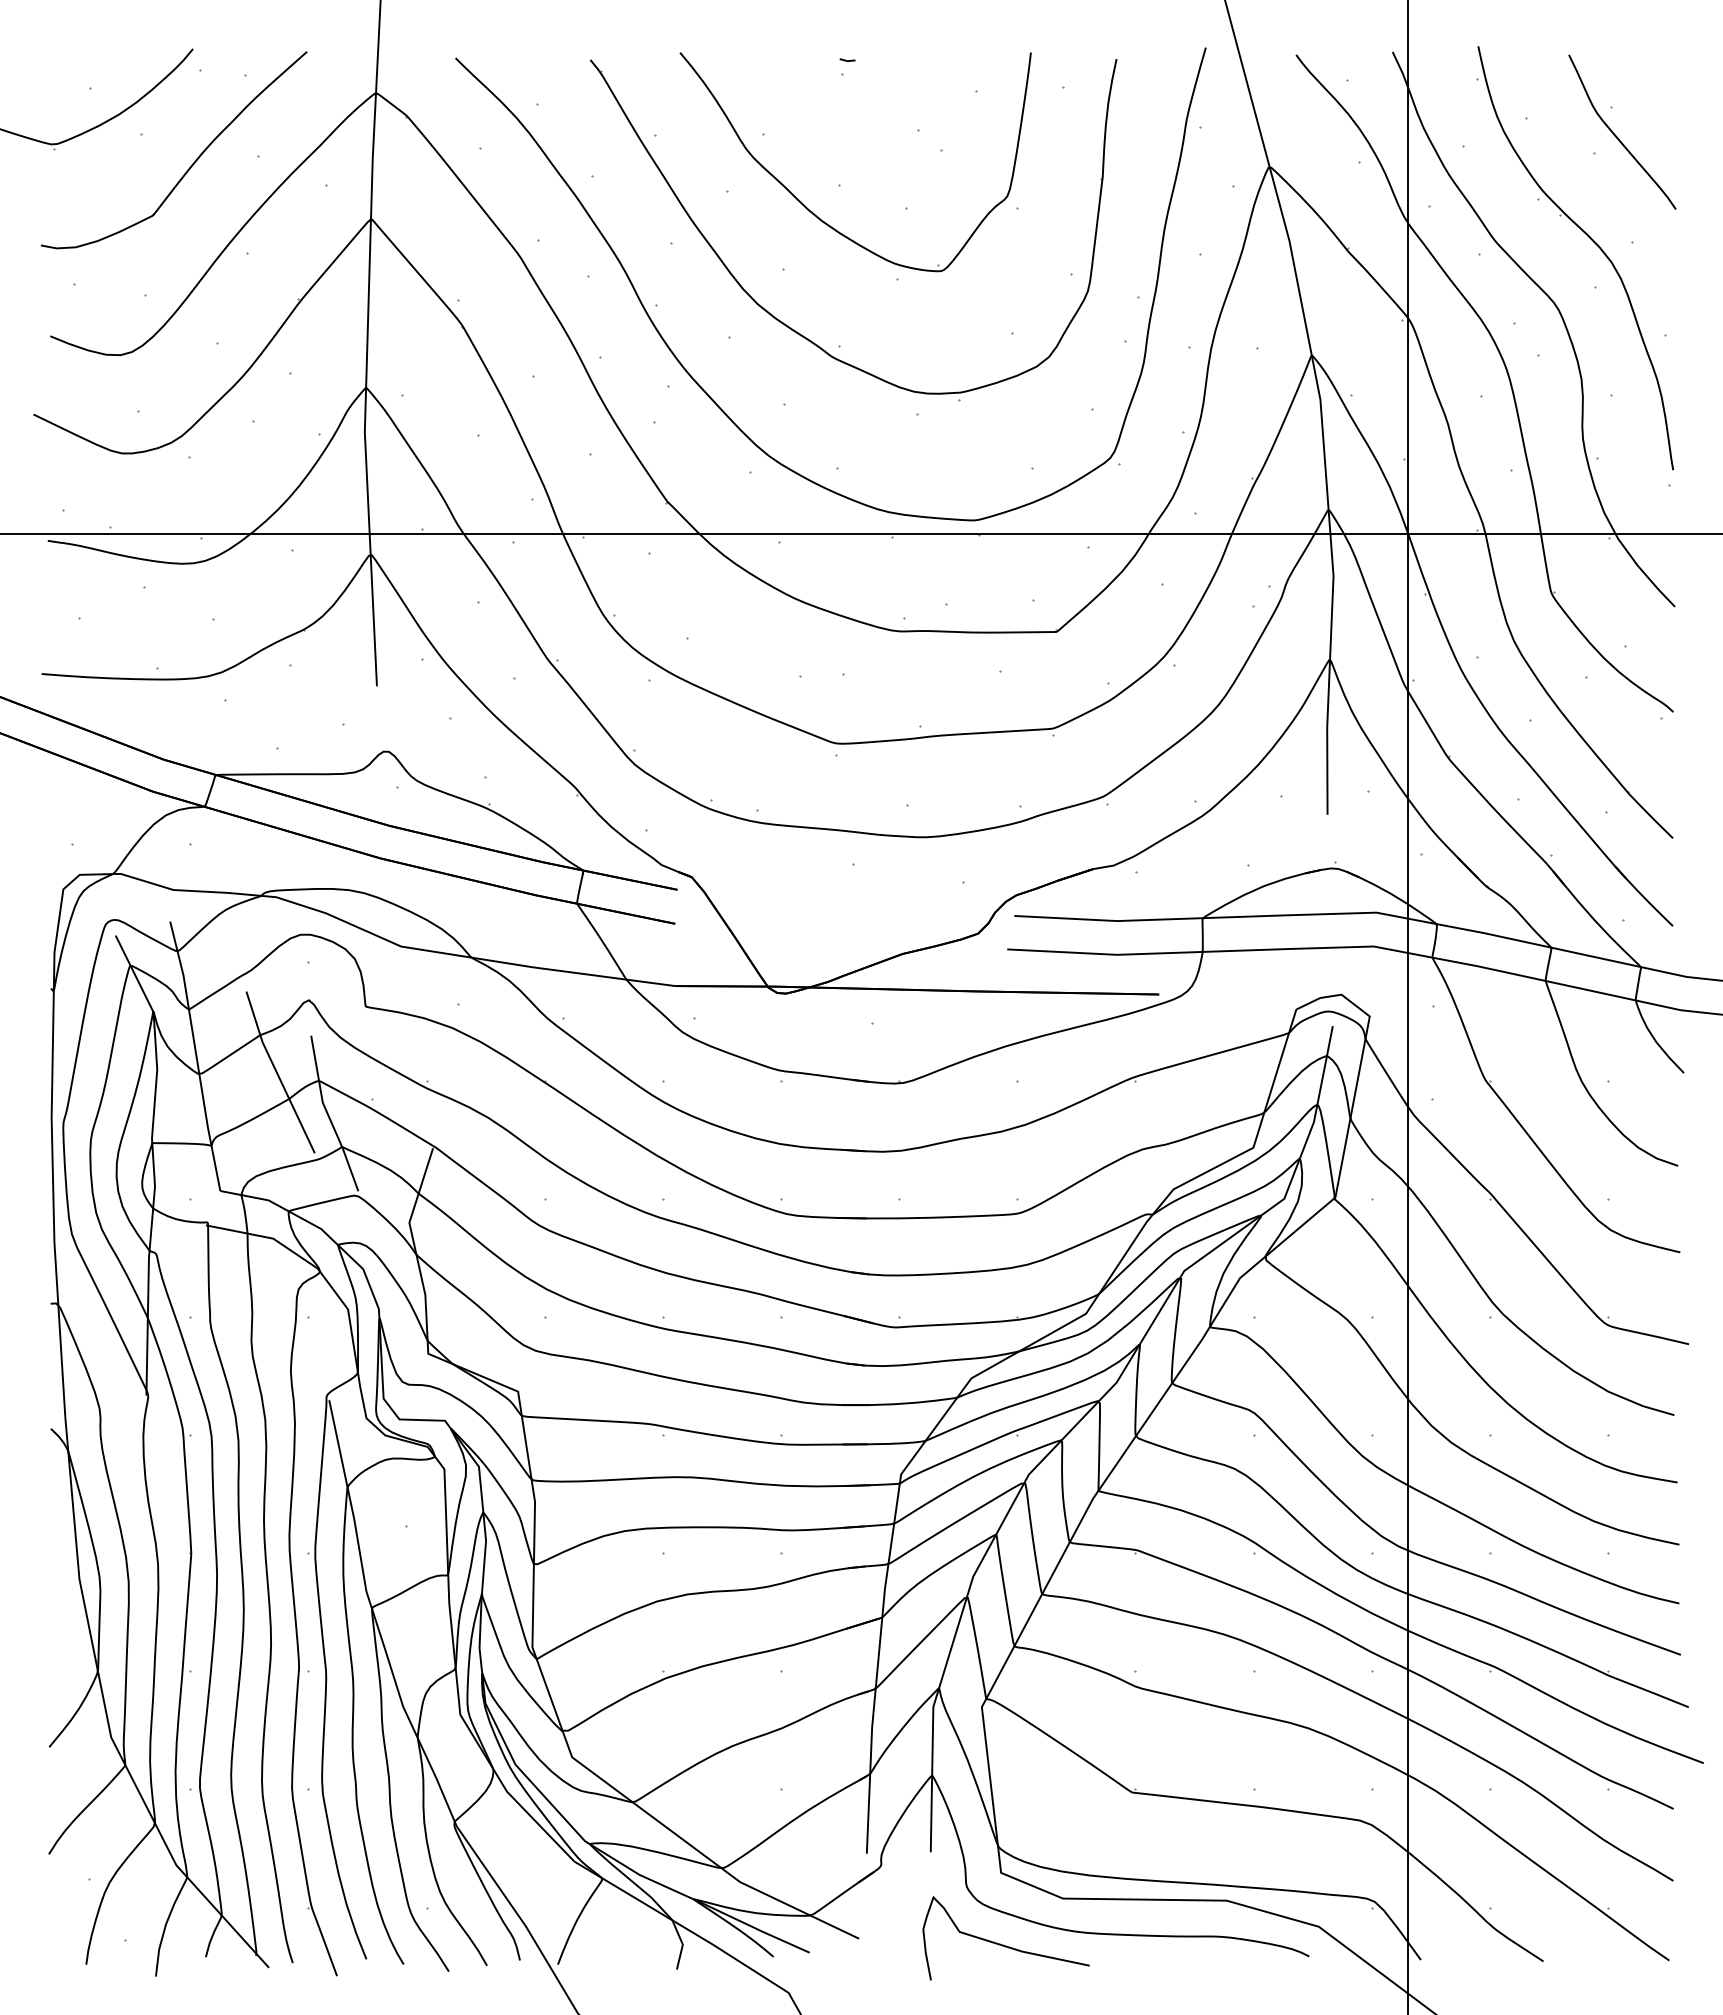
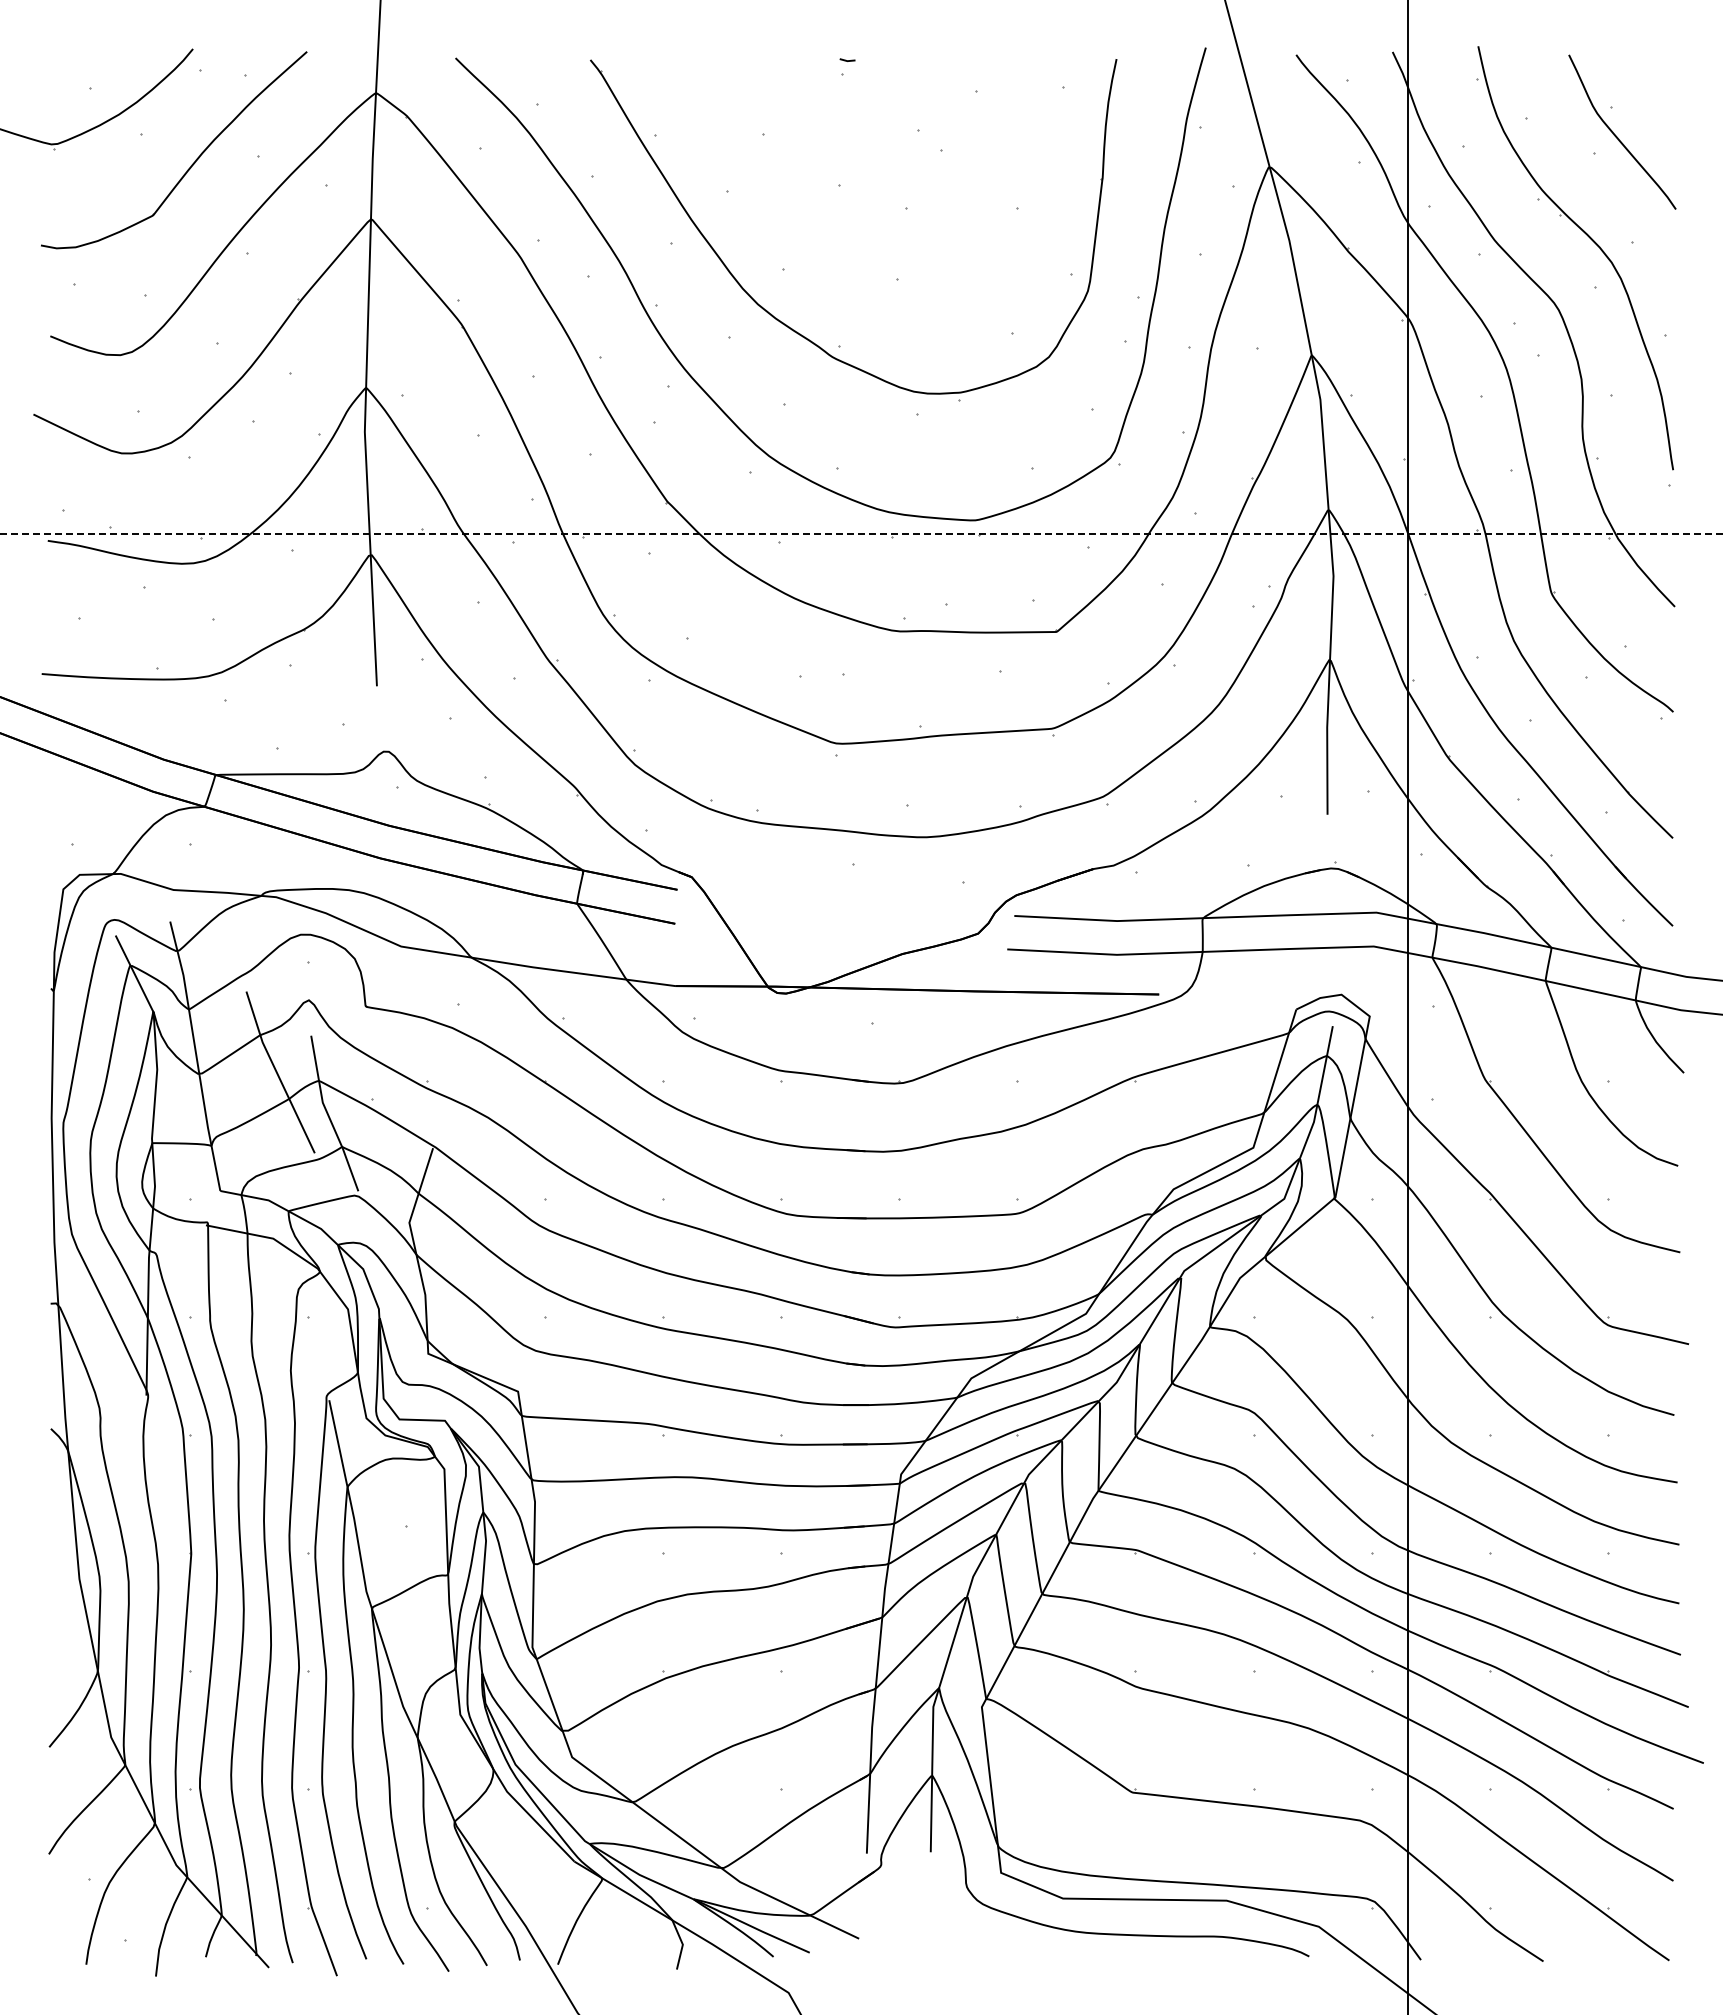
part at (812, 211): present -> none
line at (860, 534): solid -> dashed
curve at (1003, 1944): present -> none
